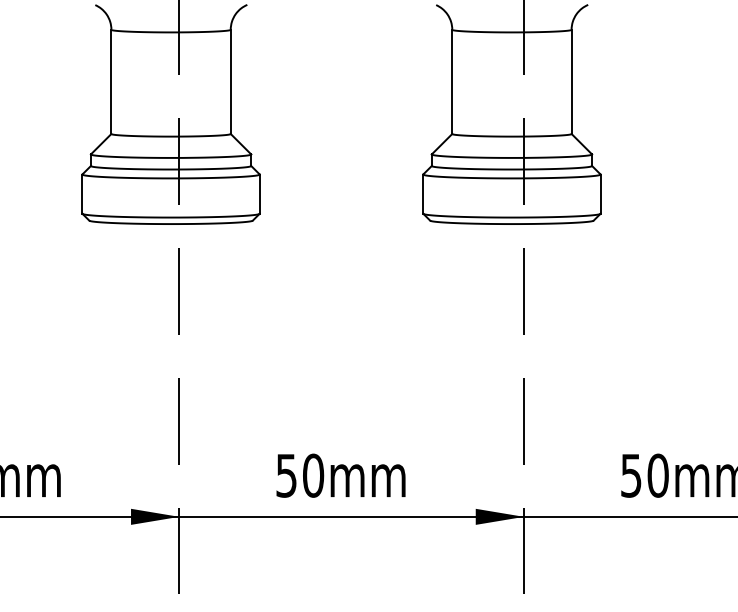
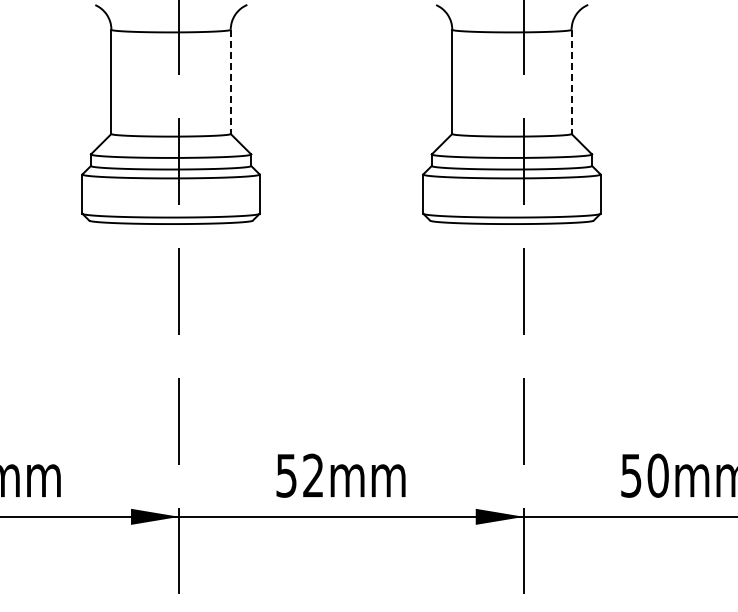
line at (230, 82): solid -> dashed
line at (571, 82): solid -> dashed
text at (313, 475): 50mm -> 52mm
